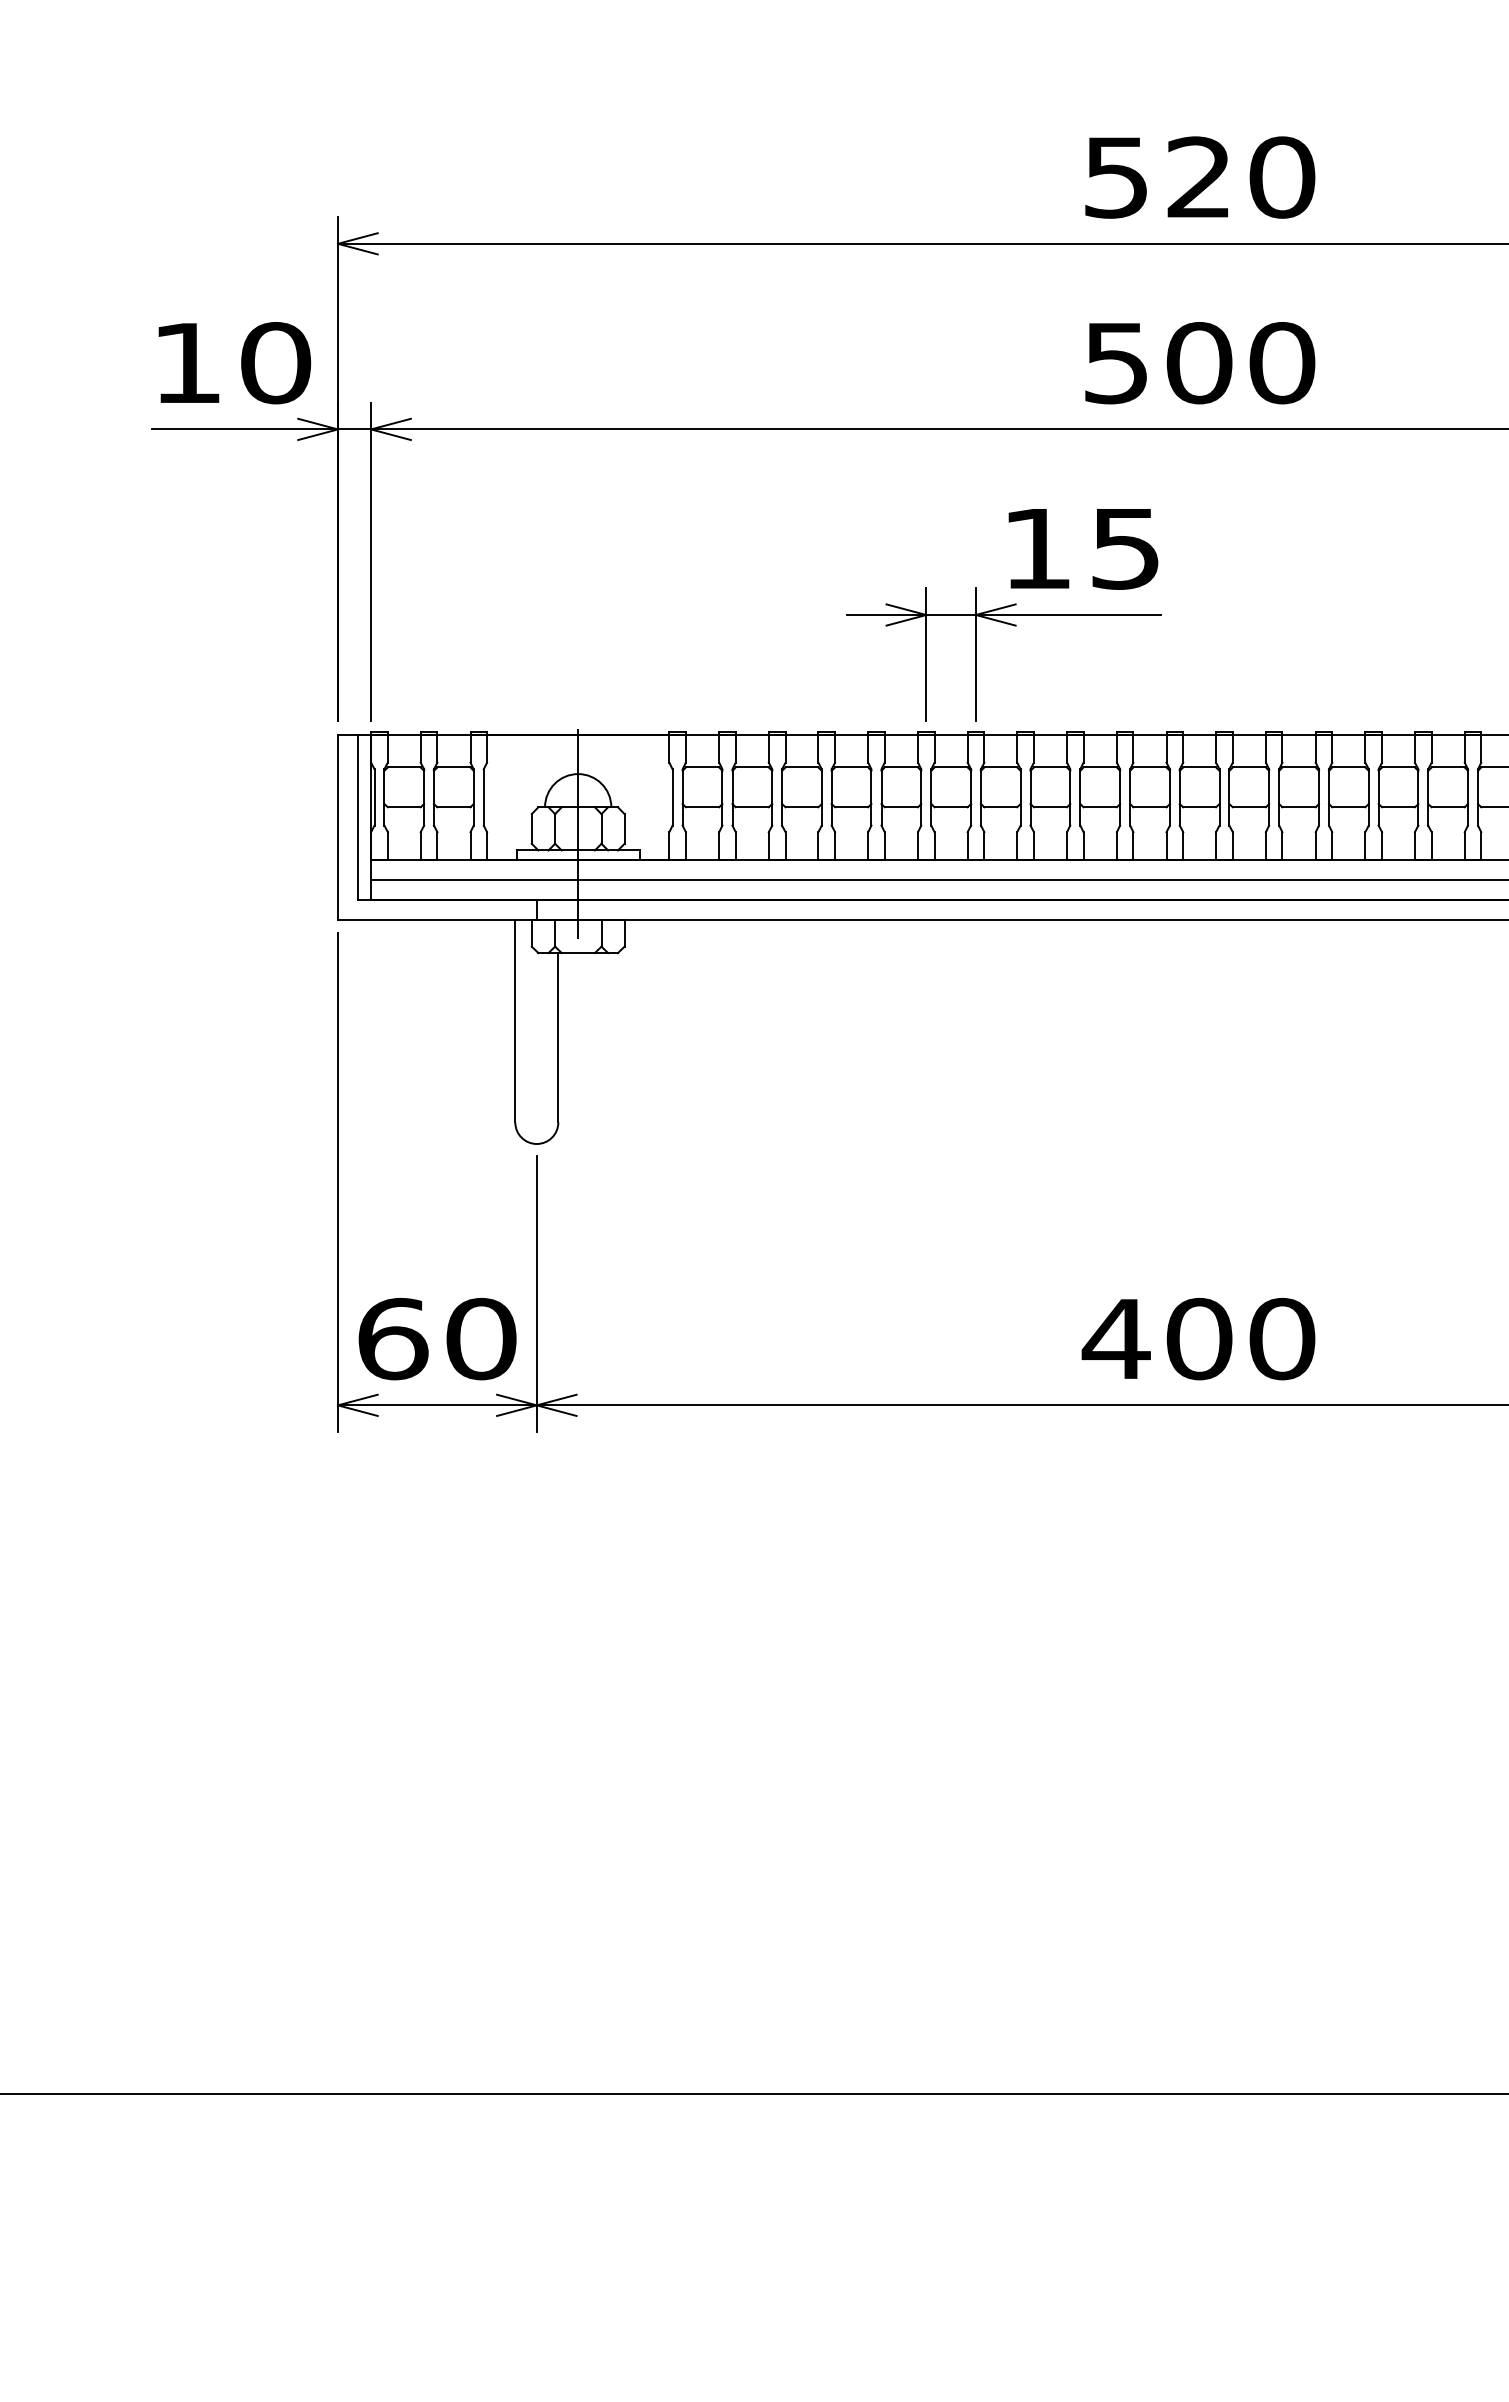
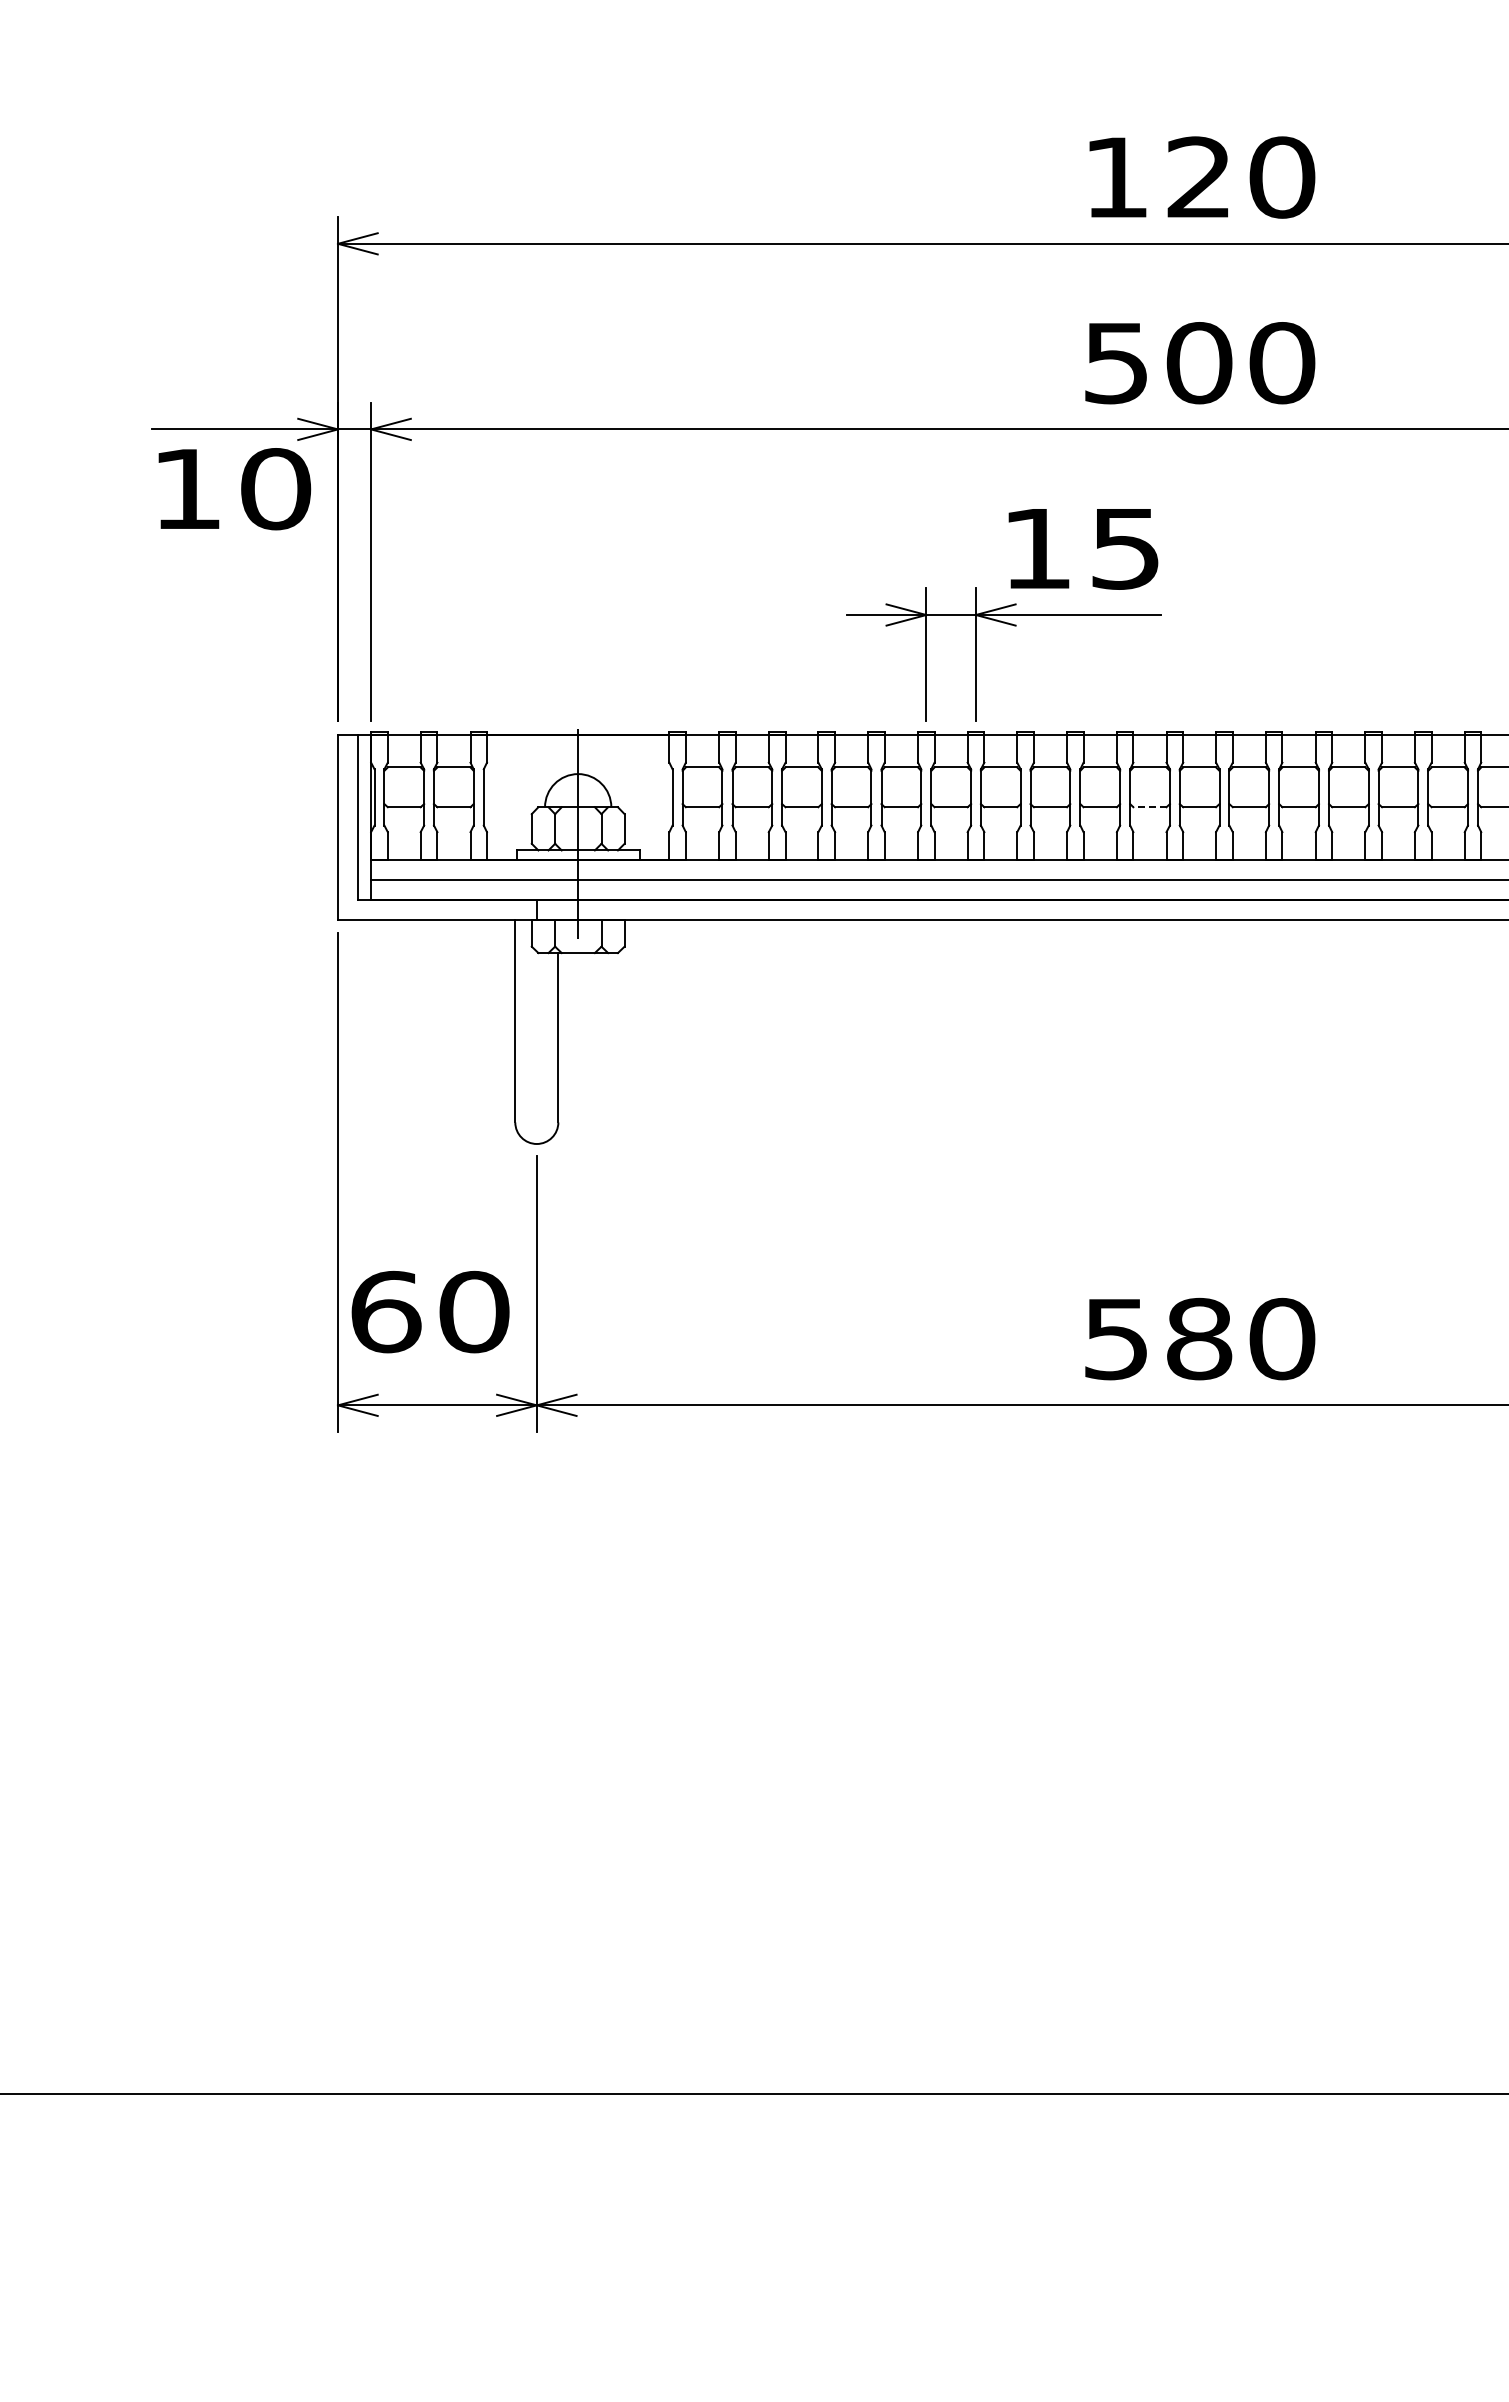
text at (1115, 177): 520 -> 120
text at (234, 363) position: (234, 363) -> (234, 489)
line at (1149, 807): solid -> dashed
text at (437, 1339) position: (437, 1339) -> (430, 1312)
text at (1156, 1339): 400 -> 580
